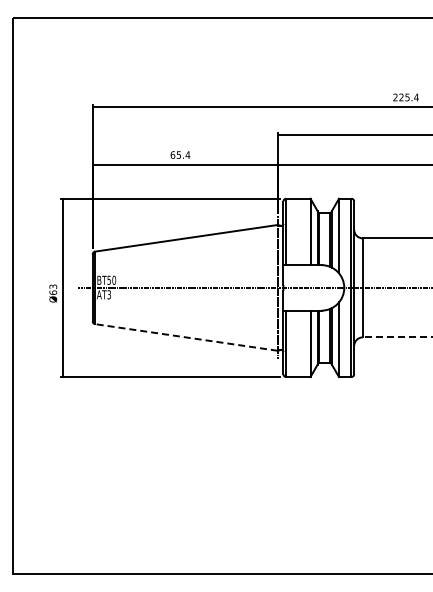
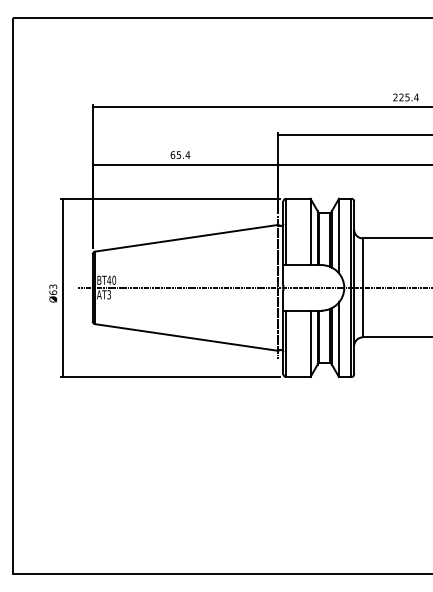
text at (109, 279): BT50 -> BT40
line at (185, 337): dashed -> solid
line at (397, 337): dashed -> solid
